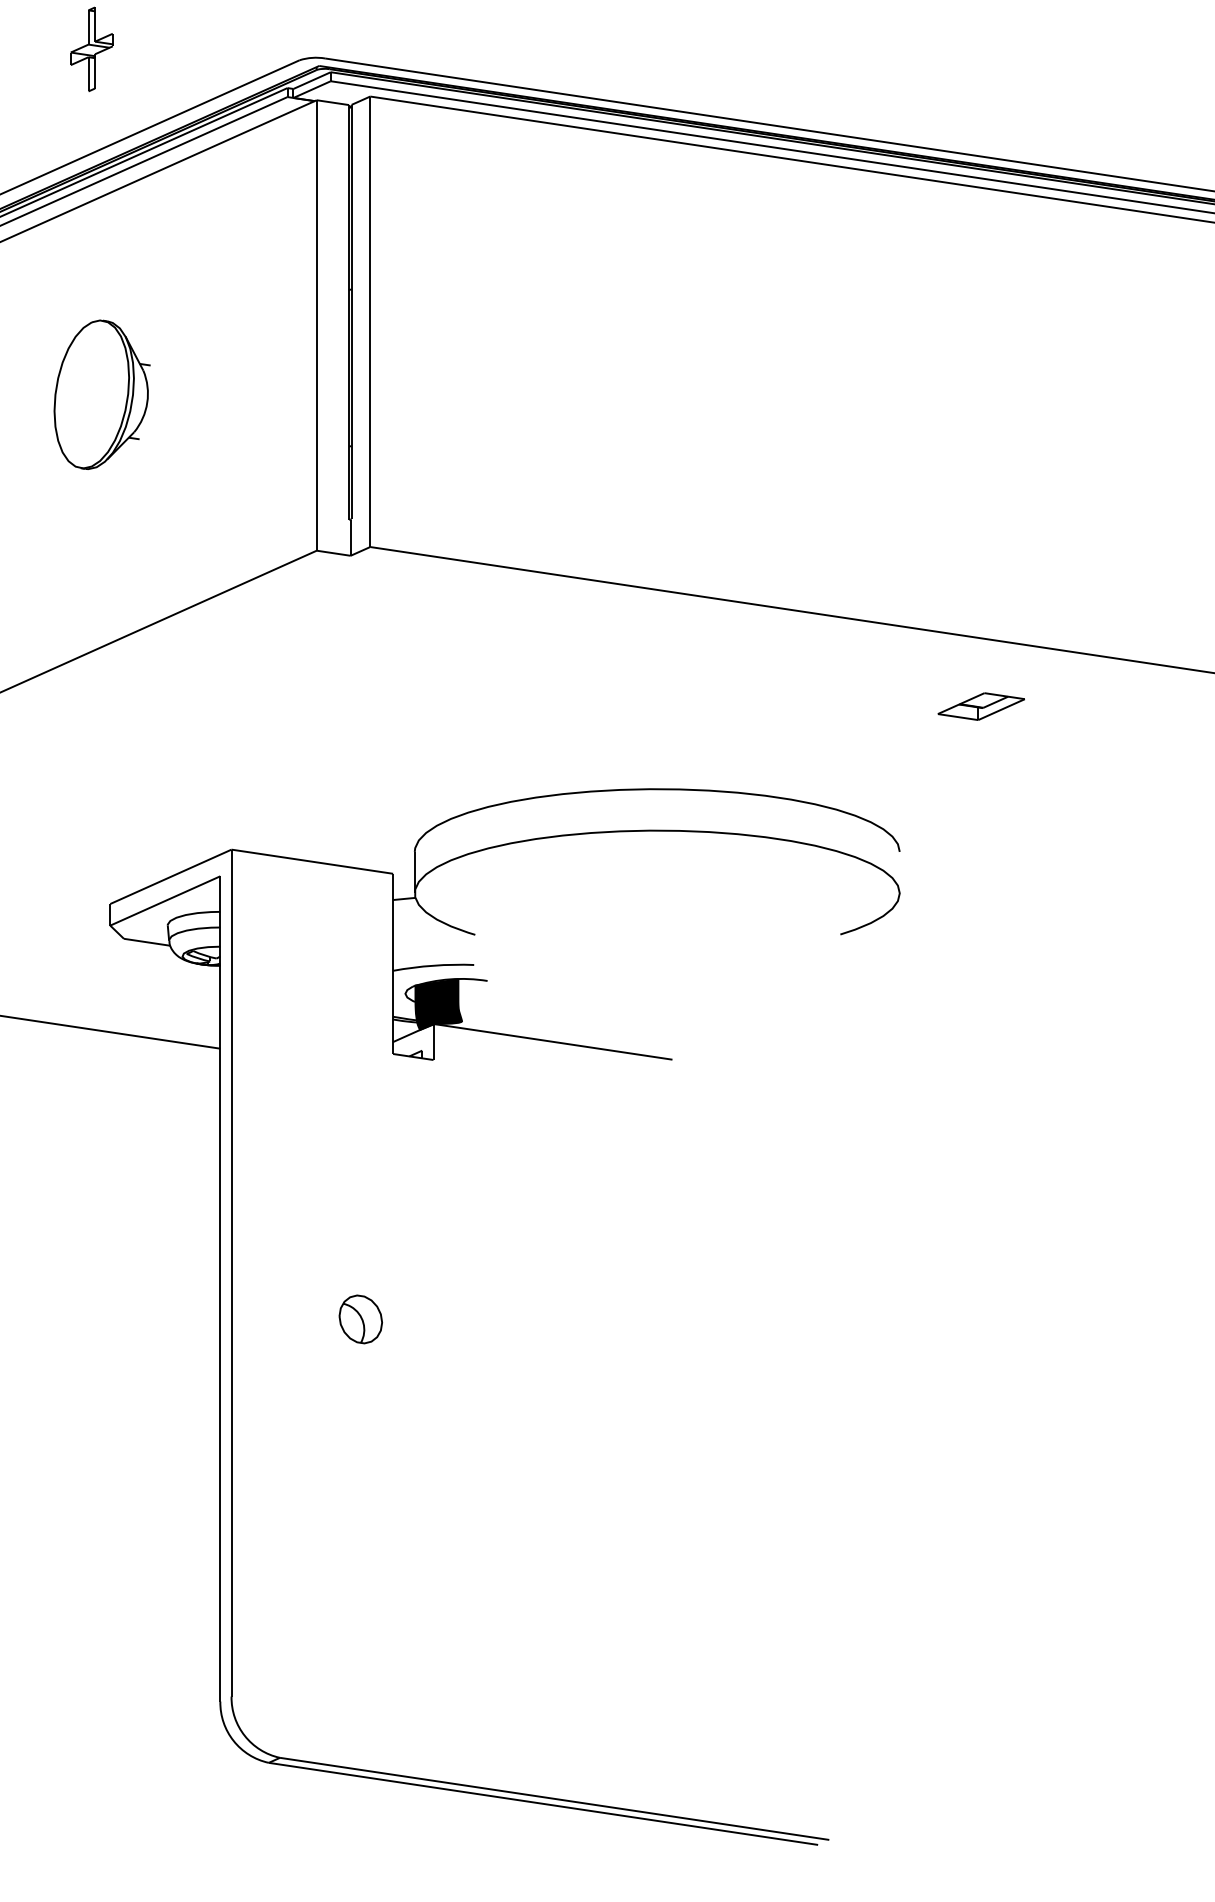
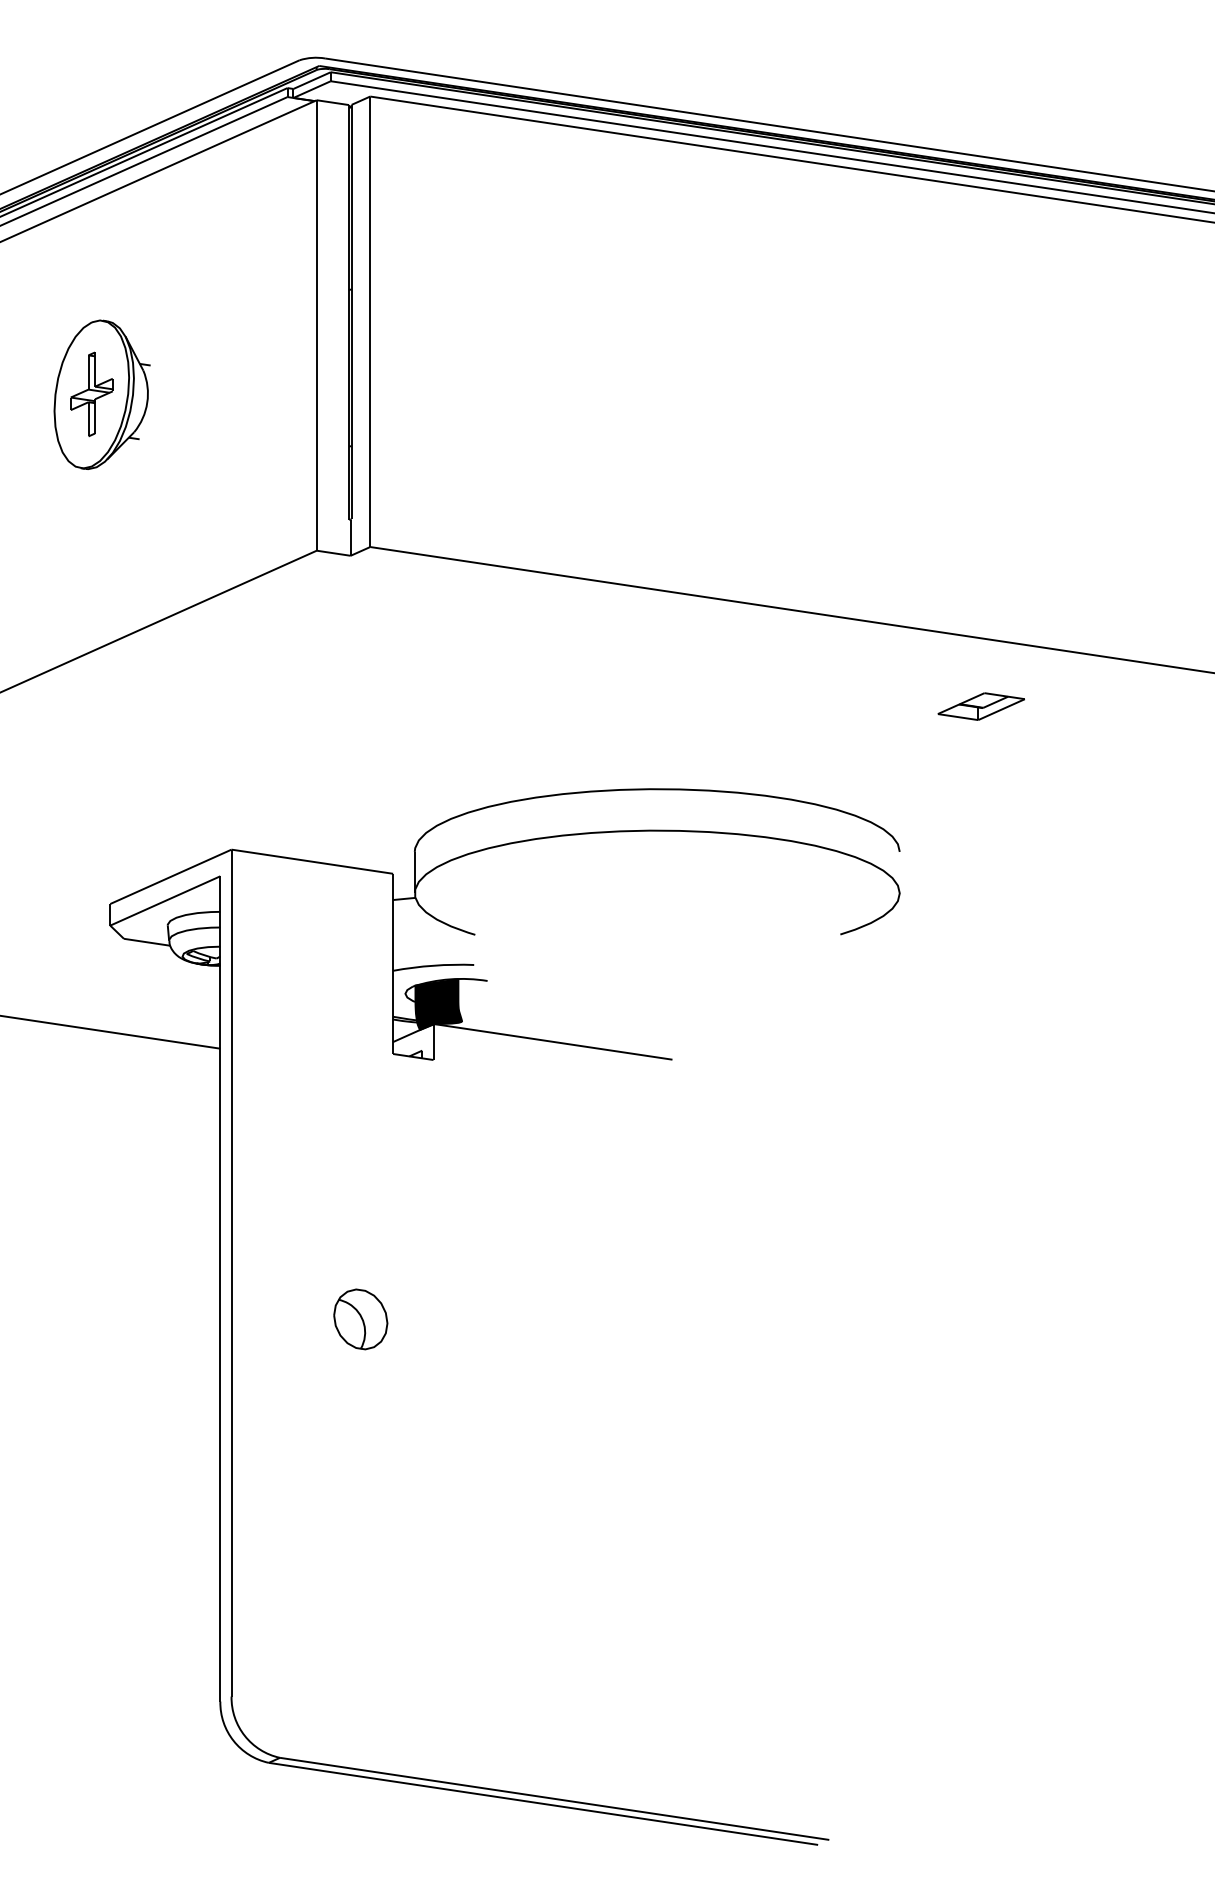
part at (91, 48) position: (91, 48) -> (91, 393)
part at (360, 1319) size: 45x51 px -> 56x63 px
